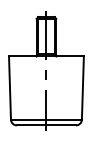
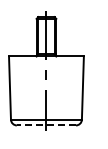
line at (46, 125): solid -> dashed
